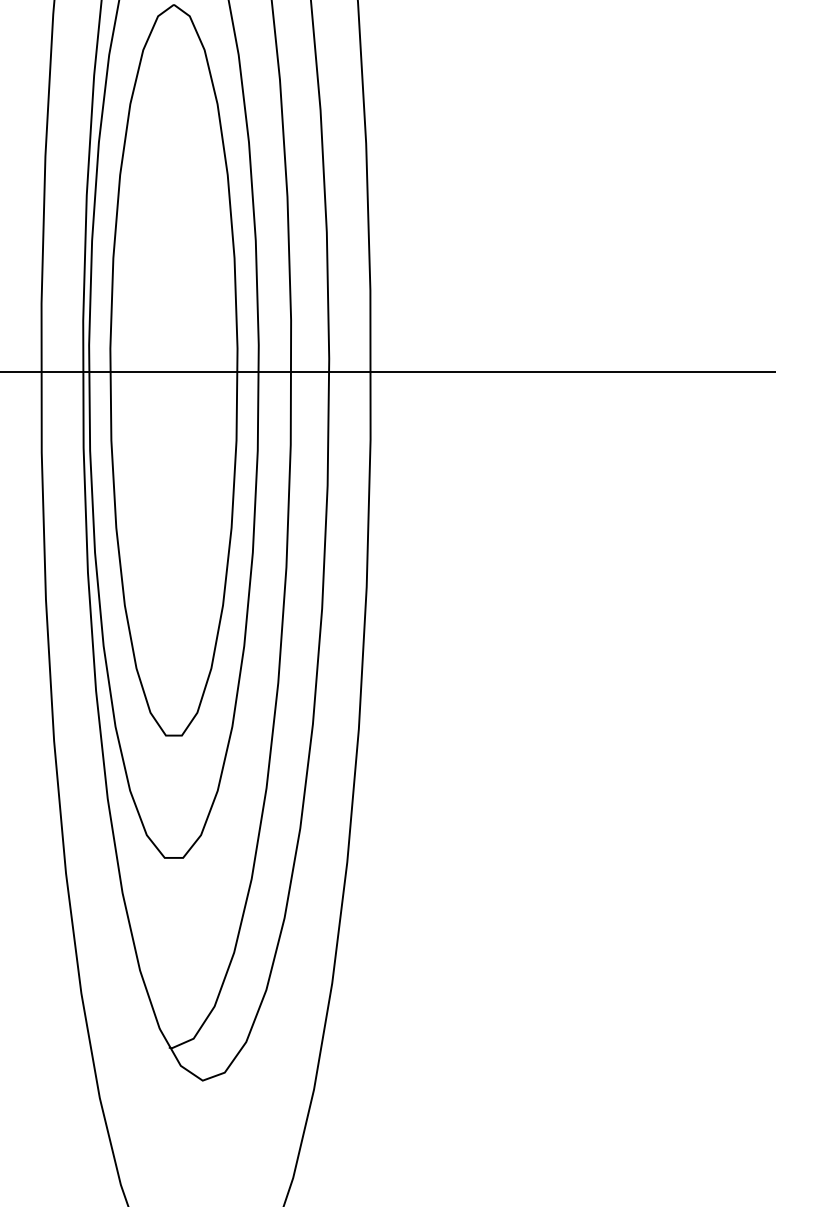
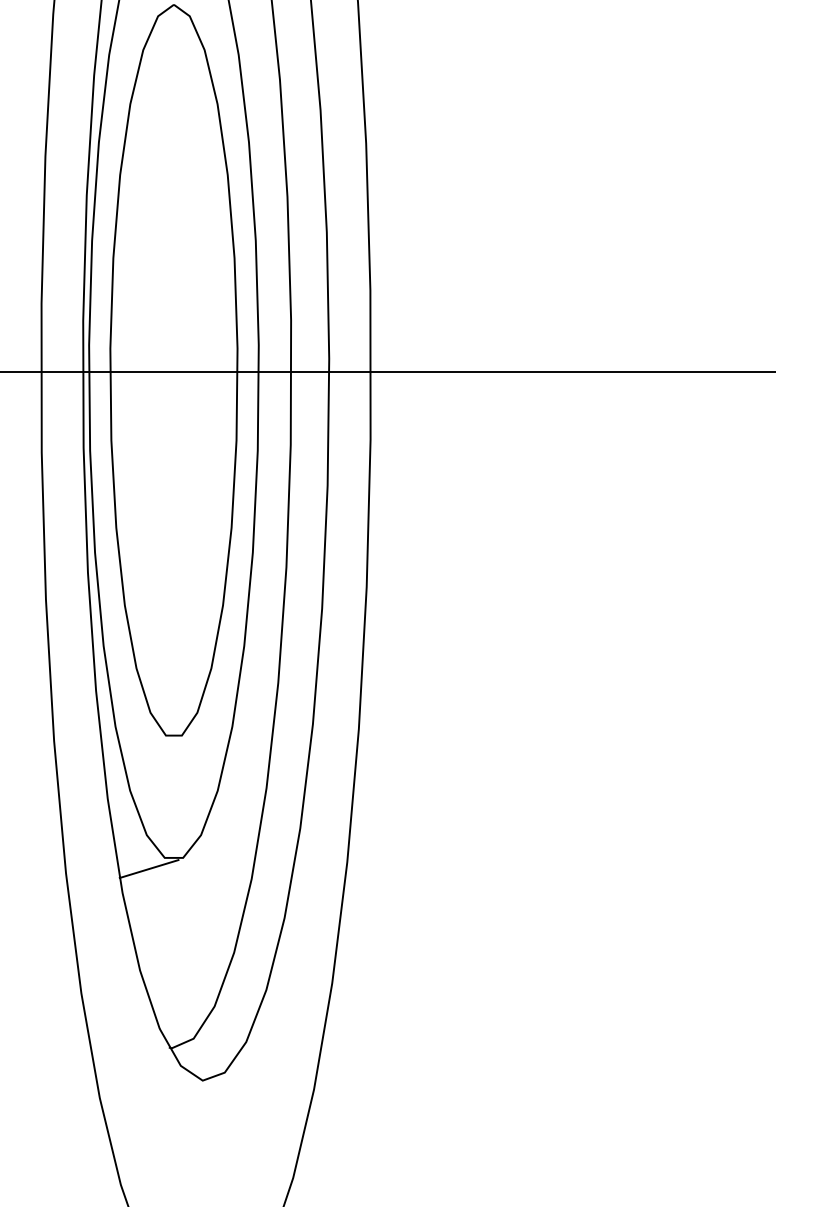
line at (148, 868): none -> present
